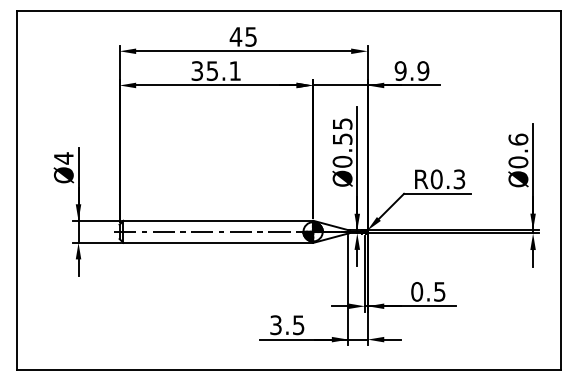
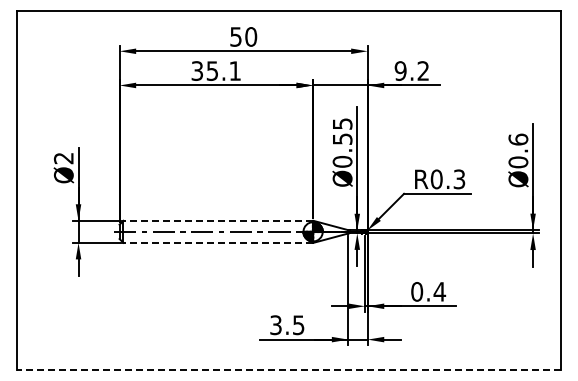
text at (243, 36): 45 -> 50
text at (423, 70): 9.9 -> 9.2
text at (63, 158): Ø4 -> Ø2
line at (218, 220): solid -> dashed
line at (218, 242): solid -> dashed
text at (439, 291): 0.5 -> 0.4
line at (289, 369): solid -> dashed
